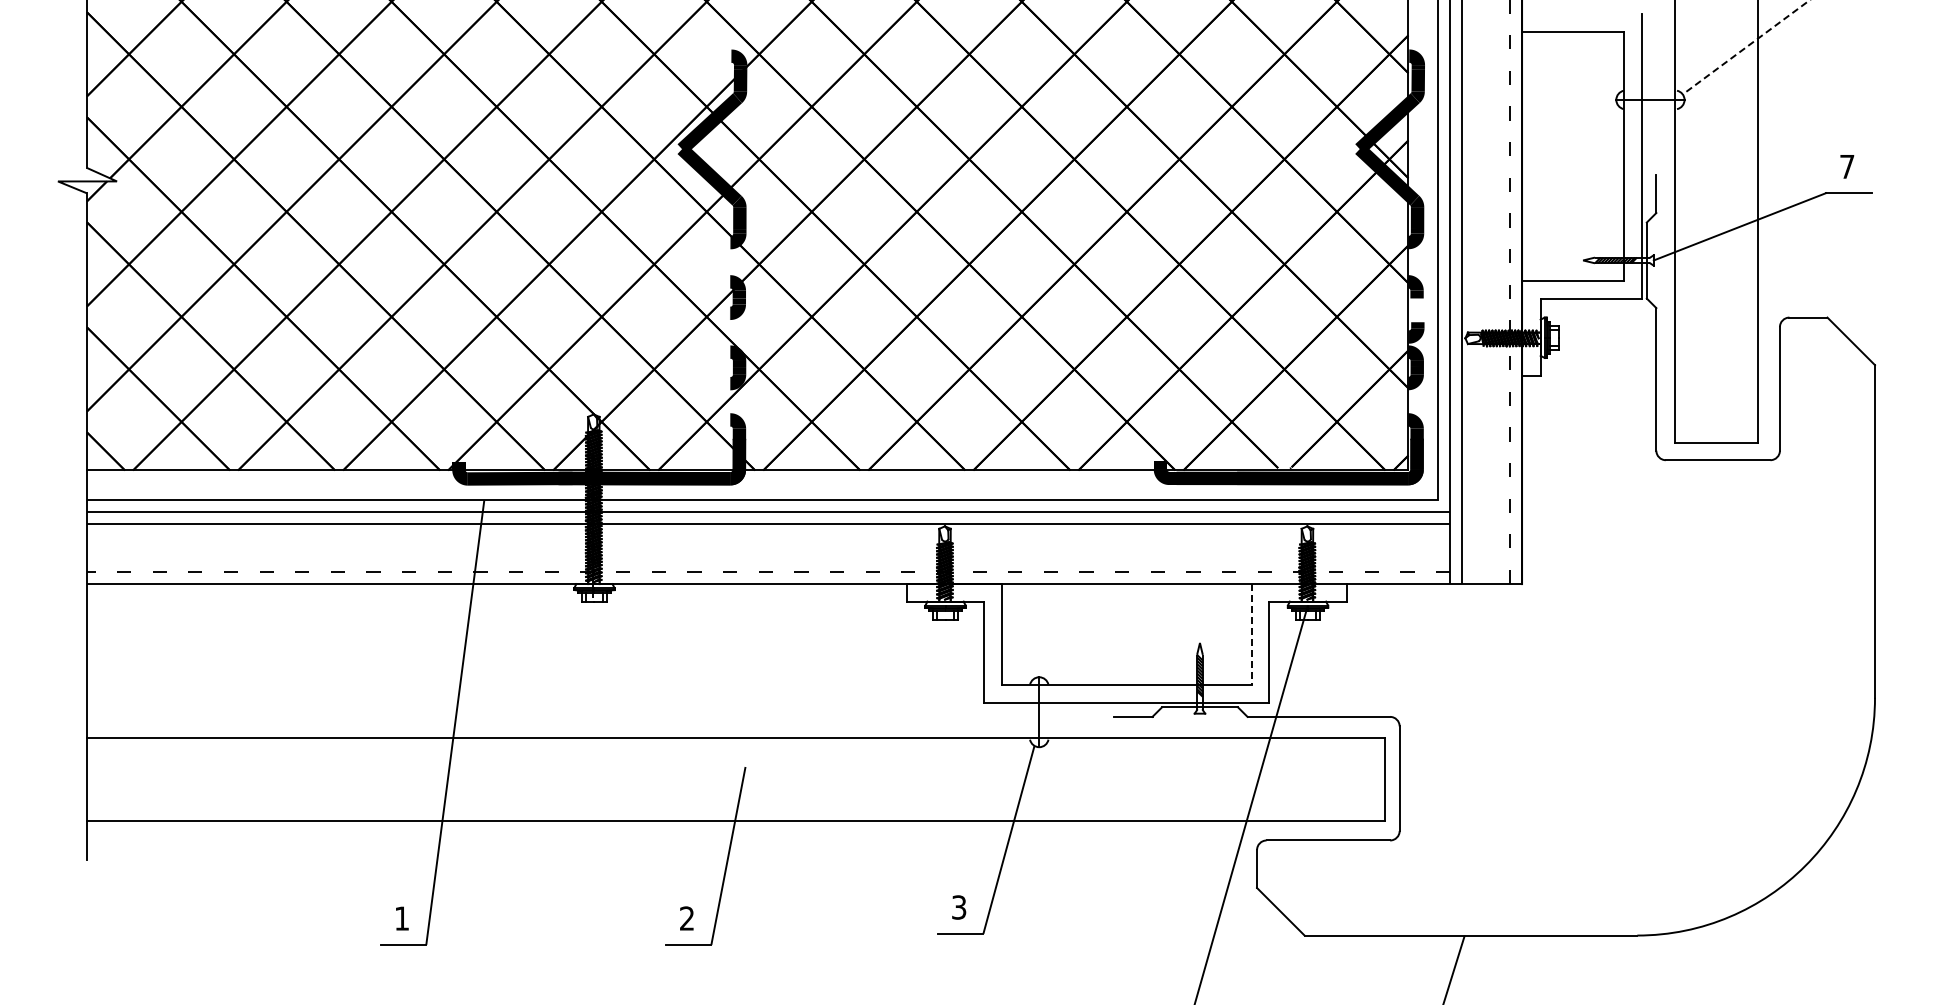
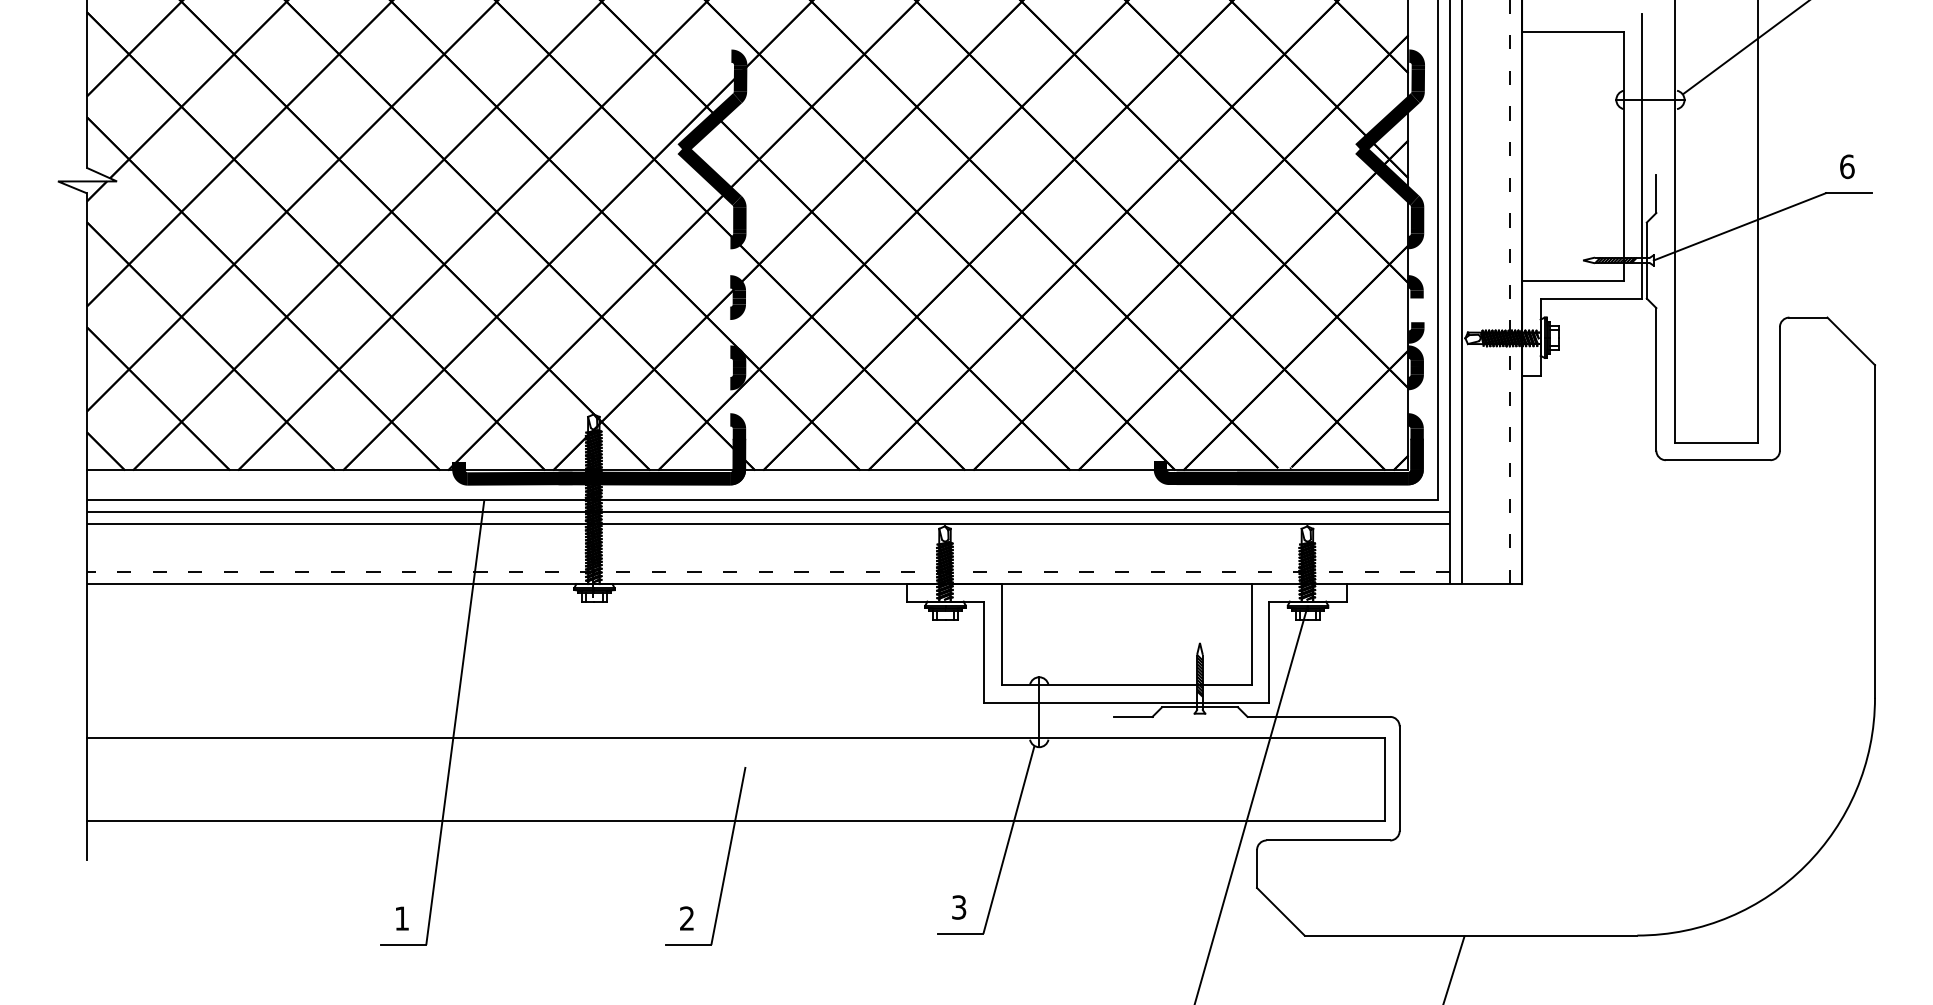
line at (1746, 47): dashed -> solid
text at (1847, 166): 7 -> 6
line at (1251, 634): dashed -> solid
